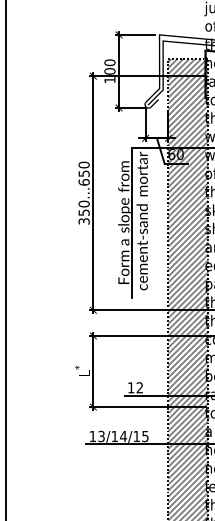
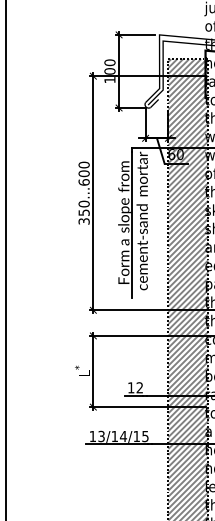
text at (83, 173): 350...650 -> 350...600
